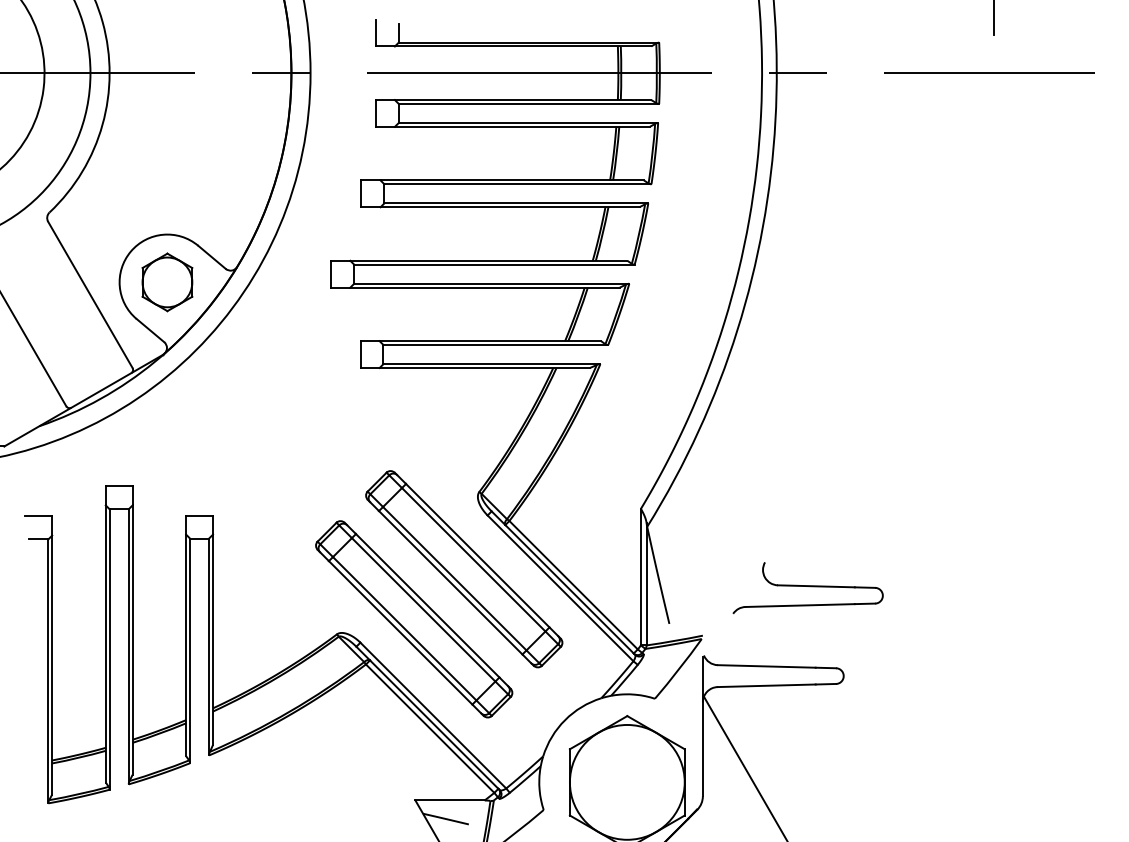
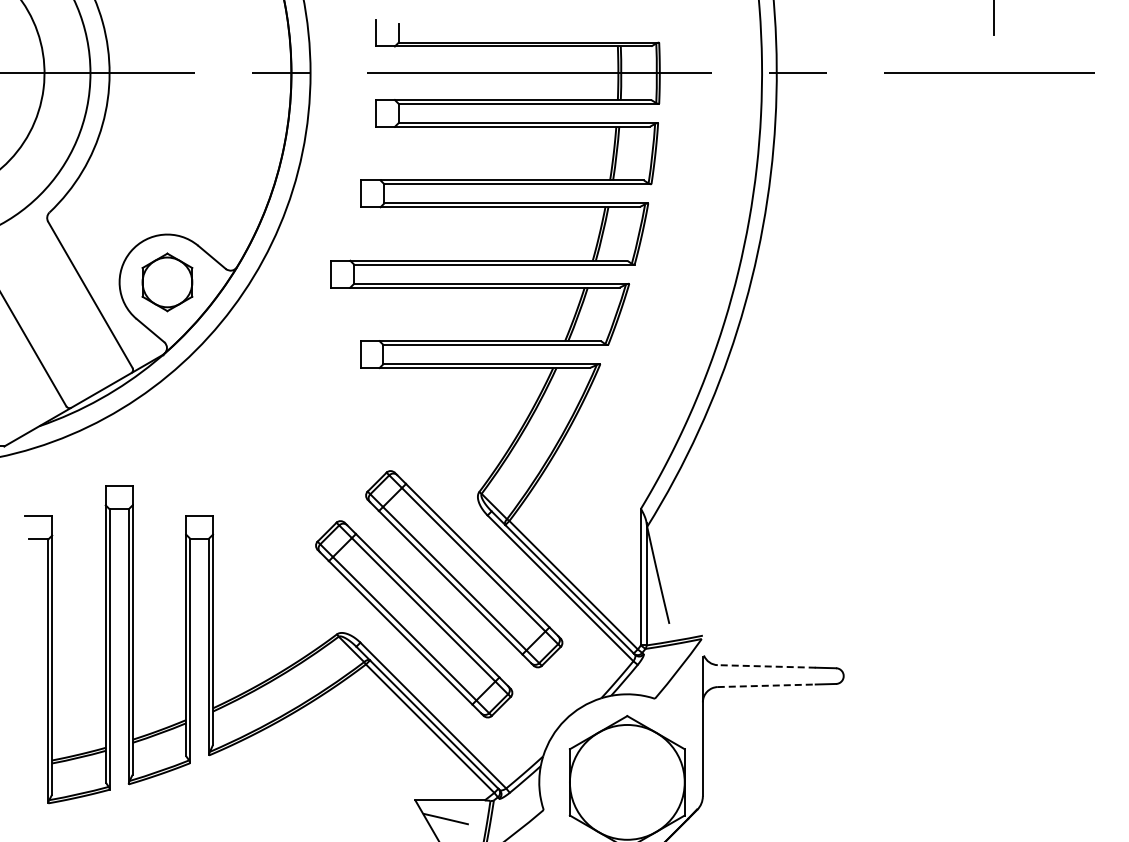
part at (807, 587): present -> none
line at (766, 666): solid -> dashed
line at (766, 685): solid -> dashed
line at (744, 767): present -> none
